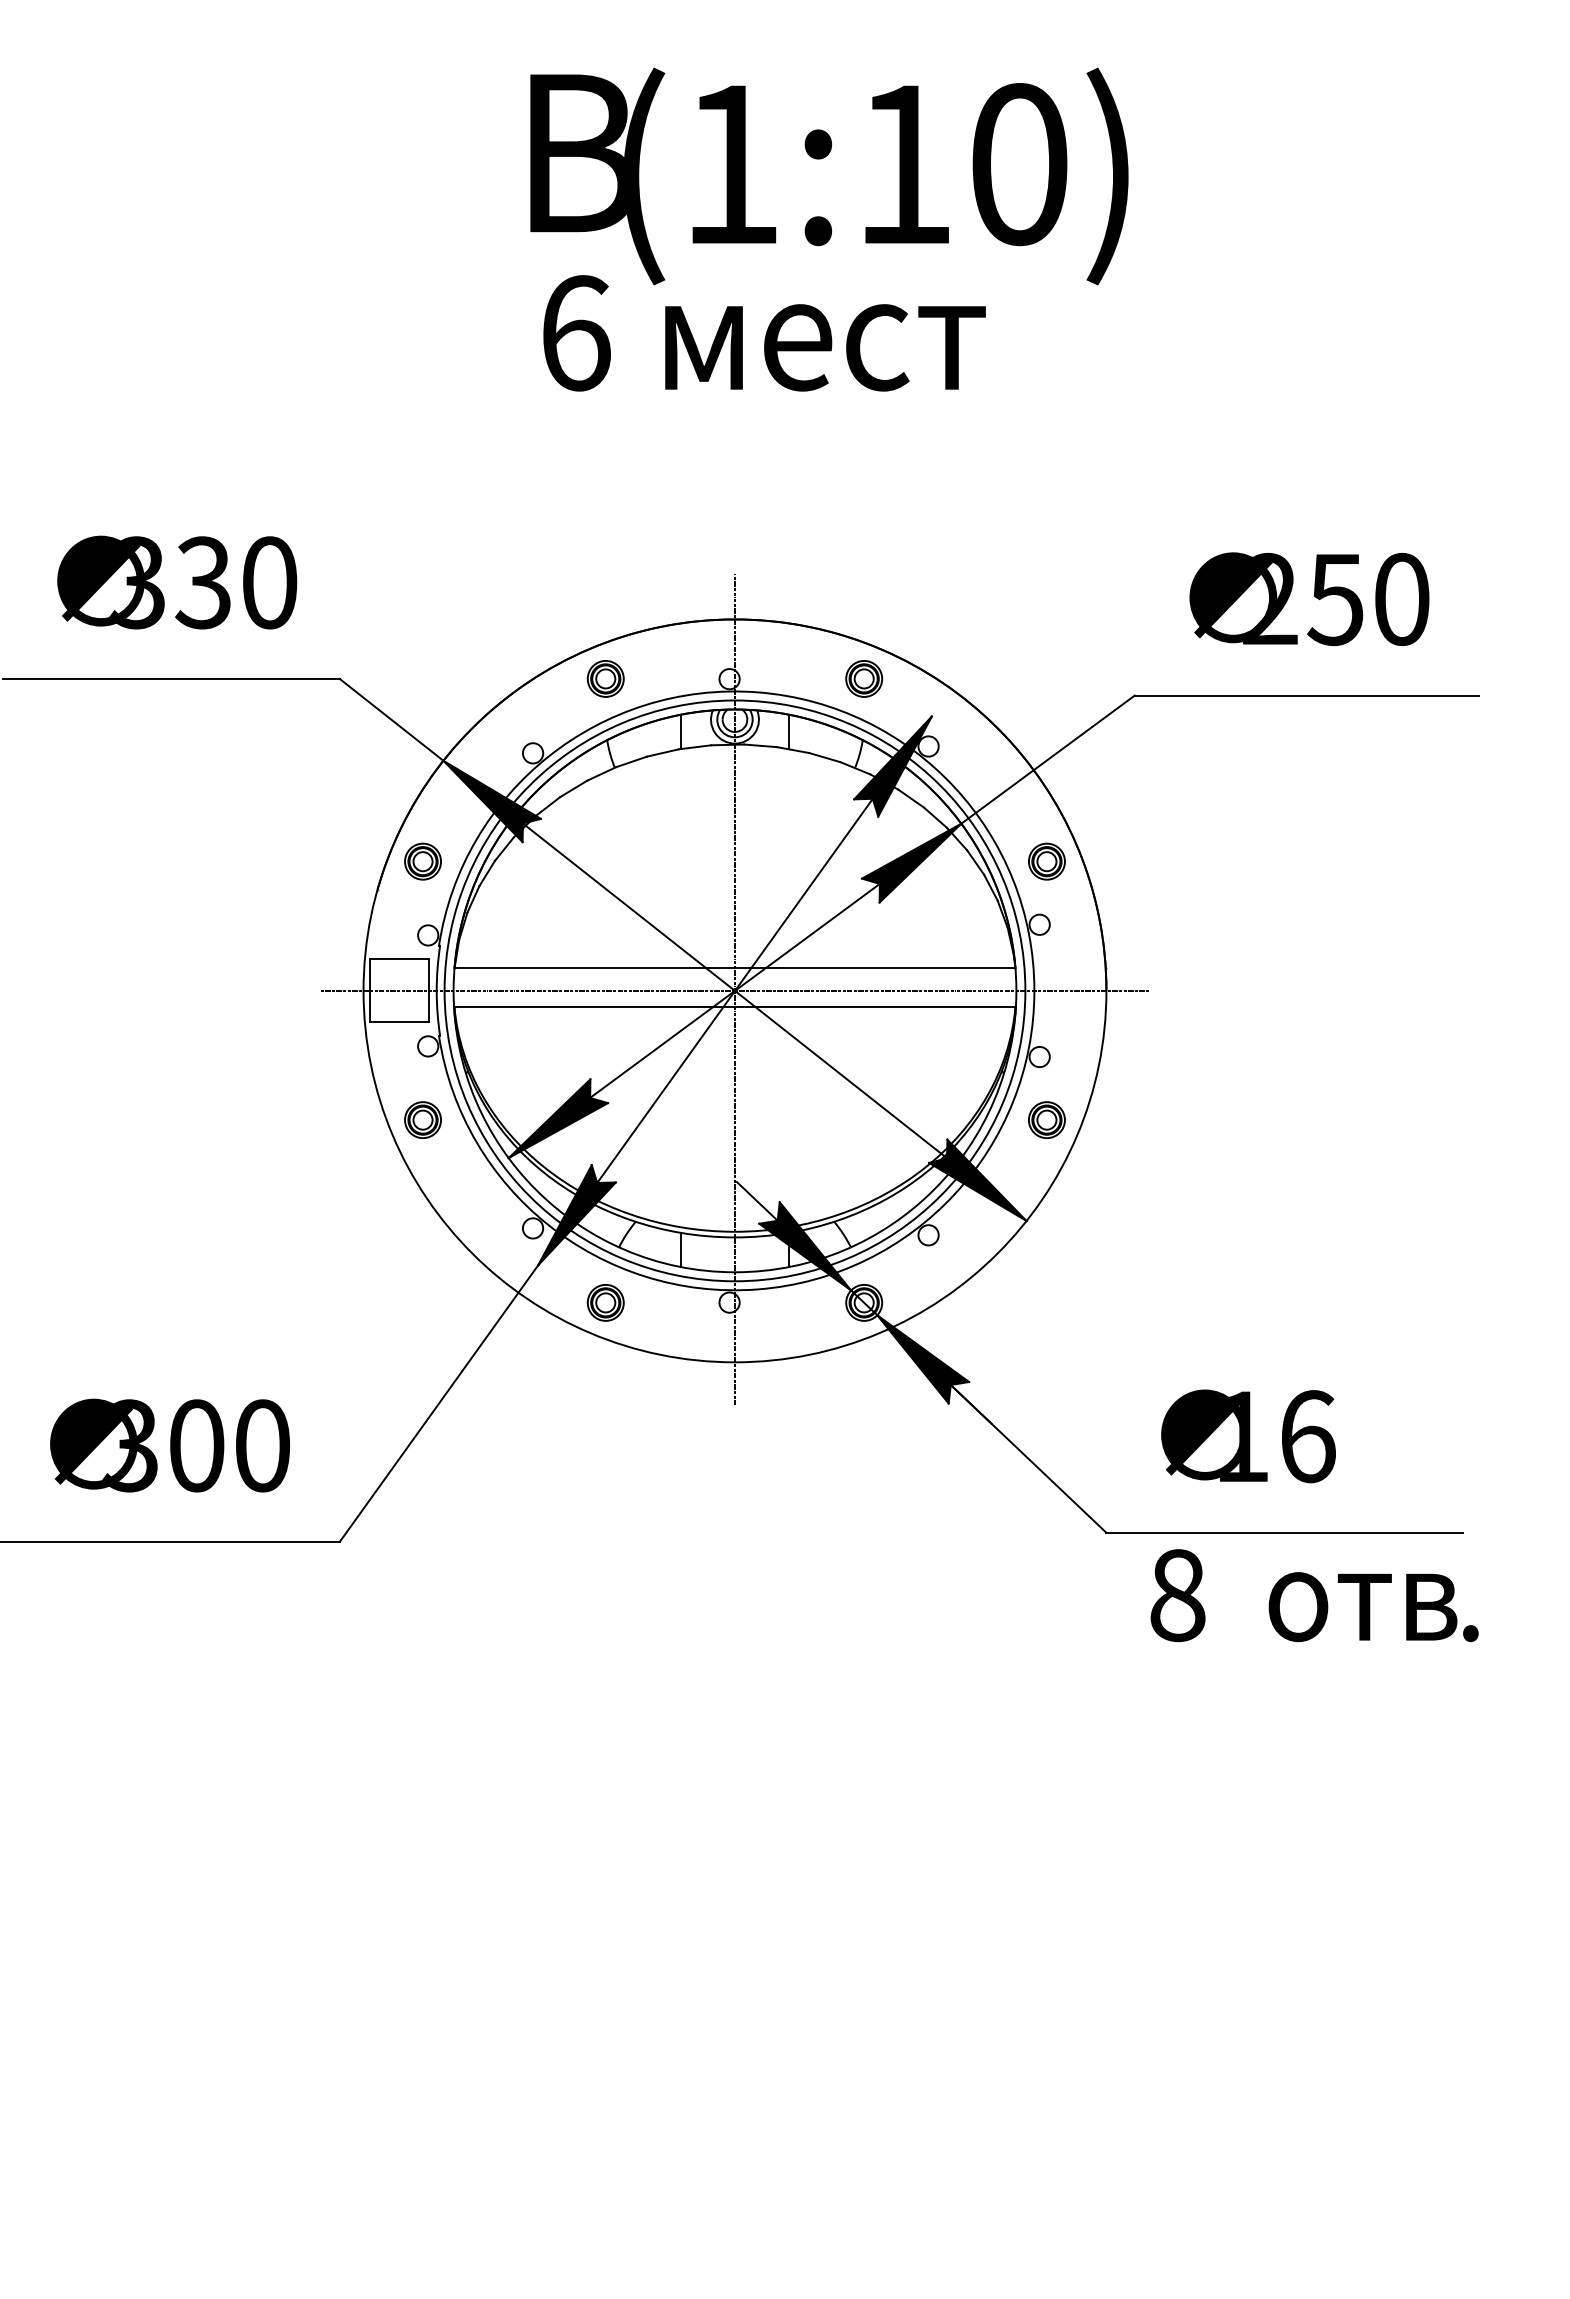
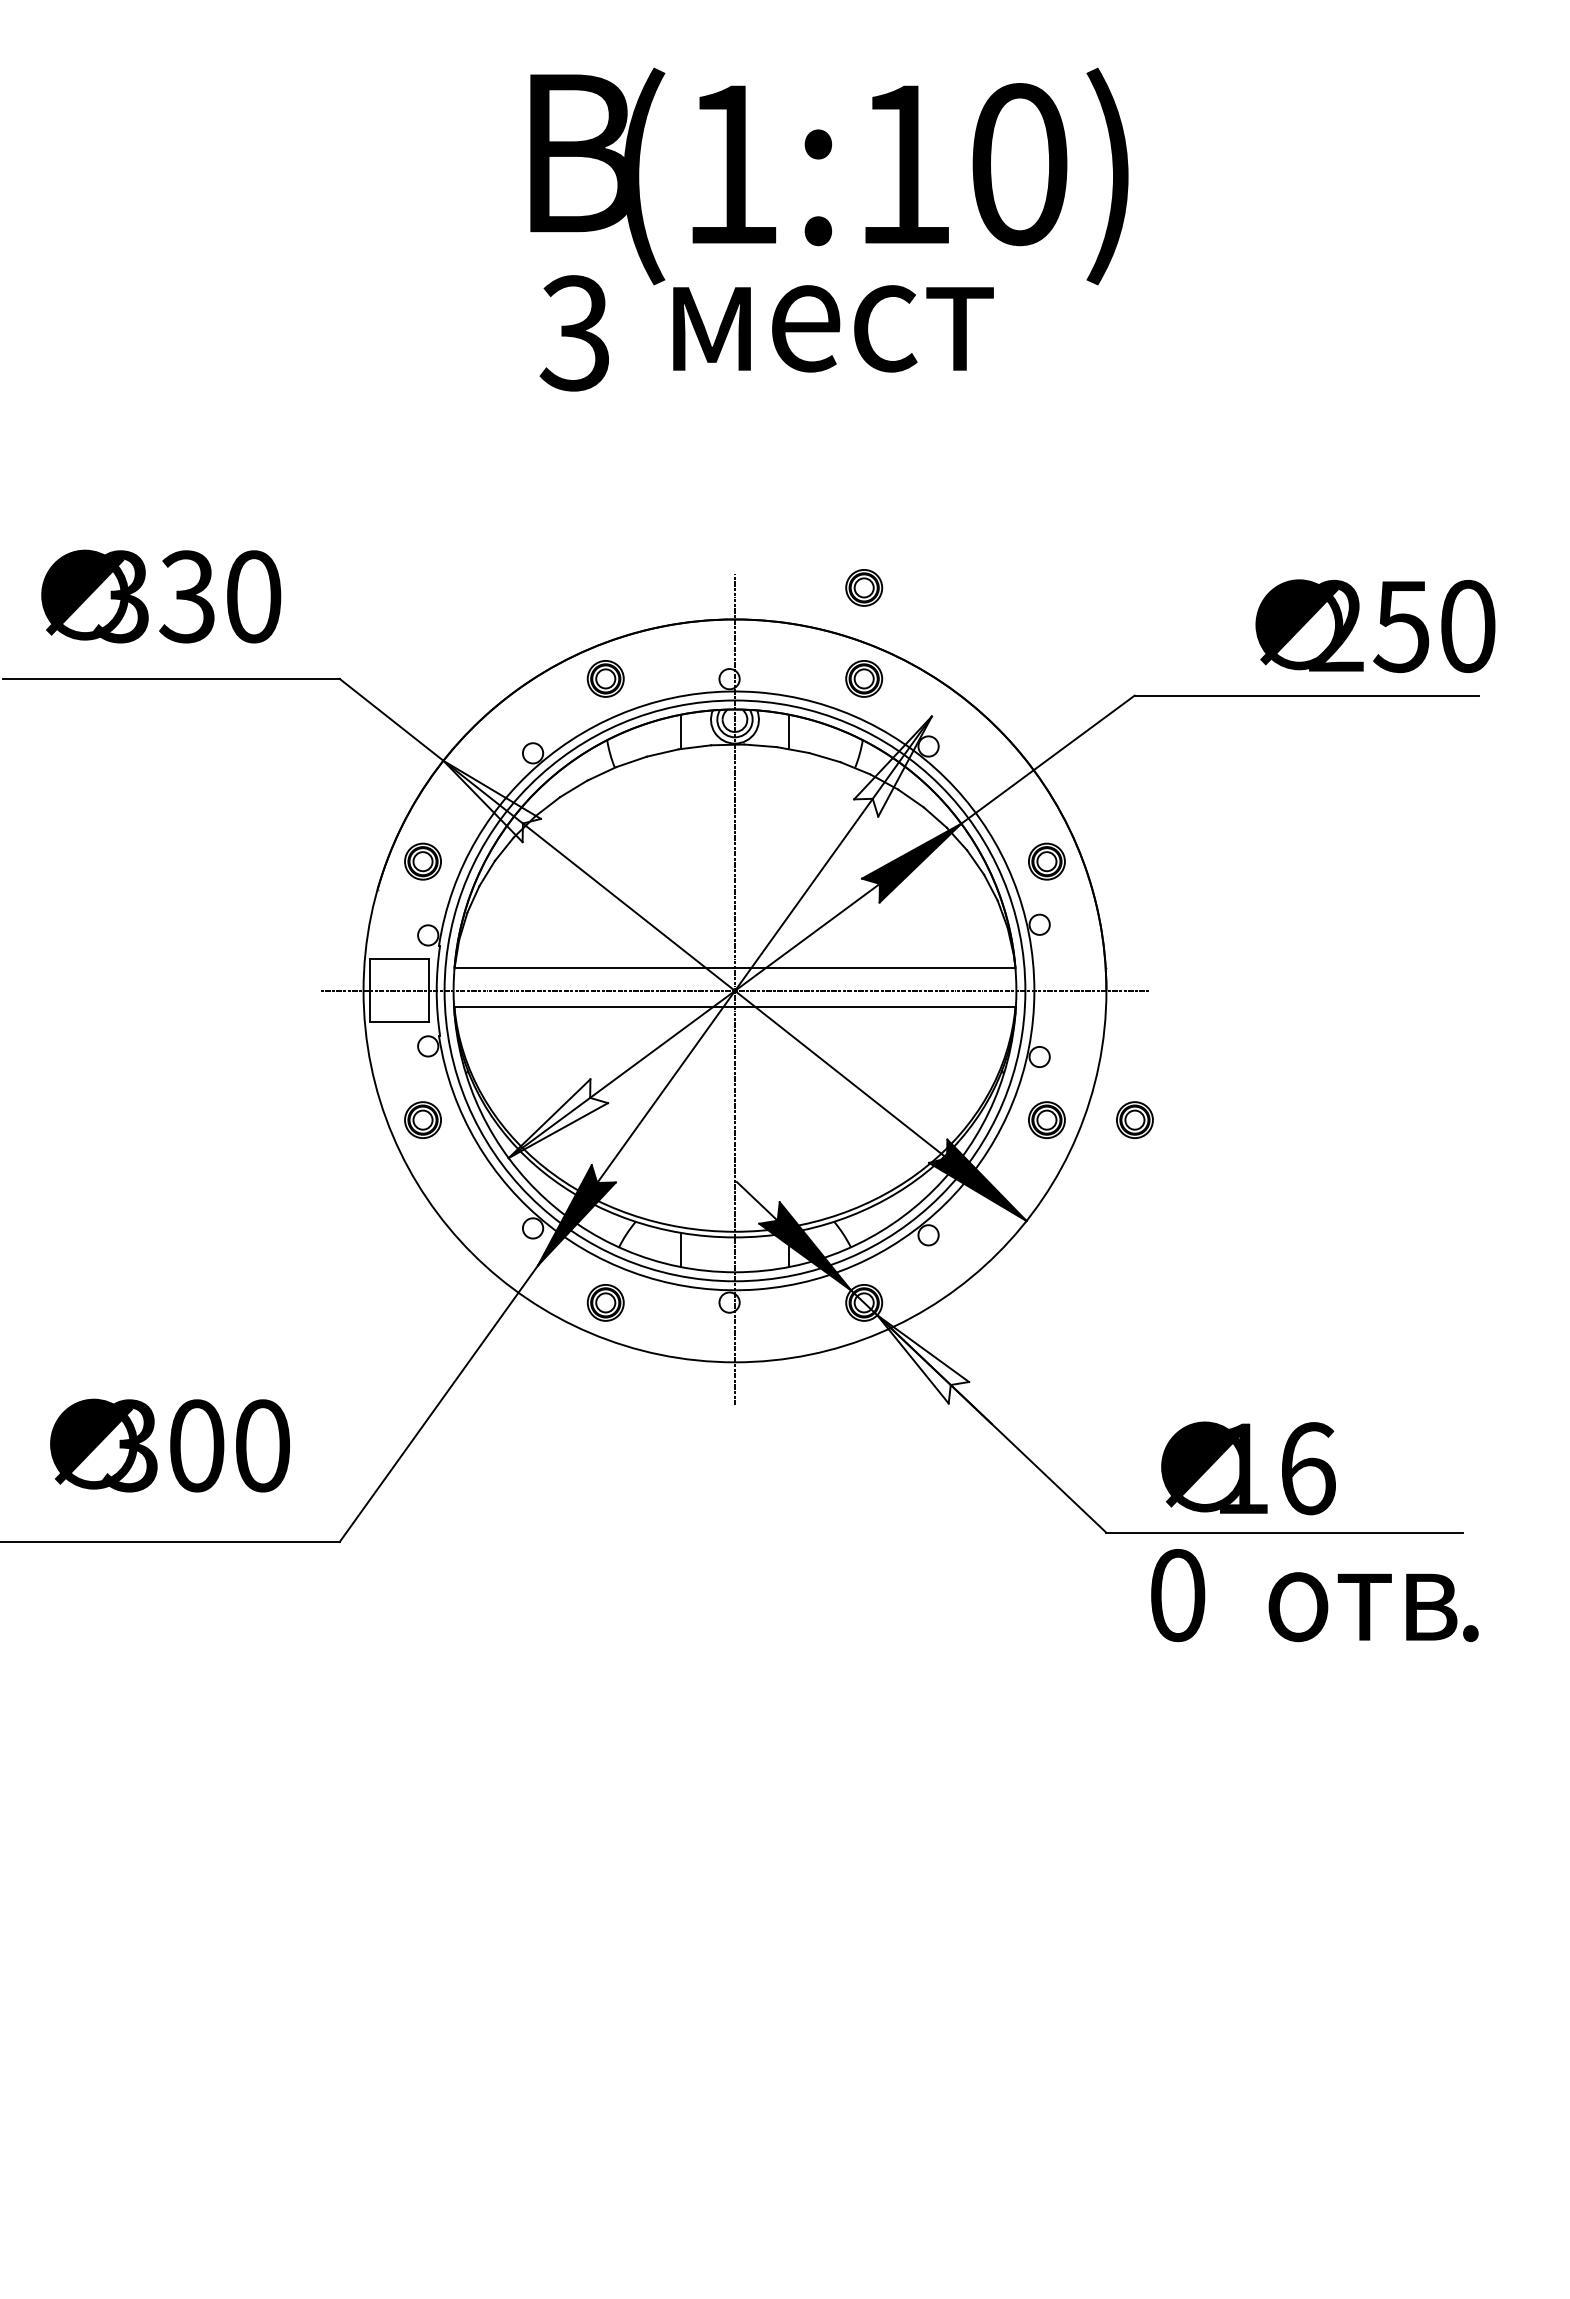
text at (574, 333): 6 -> 3
text at (825, 347) position: (825, 347) -> (833, 328)
text at (177, 582) position: (177, 582) -> (161, 596)
part at (864, 587): none -> present
text at (1309, 599) position: (1309, 599) -> (1375, 626)
fill at (892, 766): present -> none
fill at (491, 801): present -> none
fill at (558, 1118): present -> none
part at (1134, 1119): none -> present
fill at (923, 1359): present -> none
text at (1248, 1436) position: (1248, 1436) -> (1248, 1468)
text at (1177, 1595): 8 -> 0
